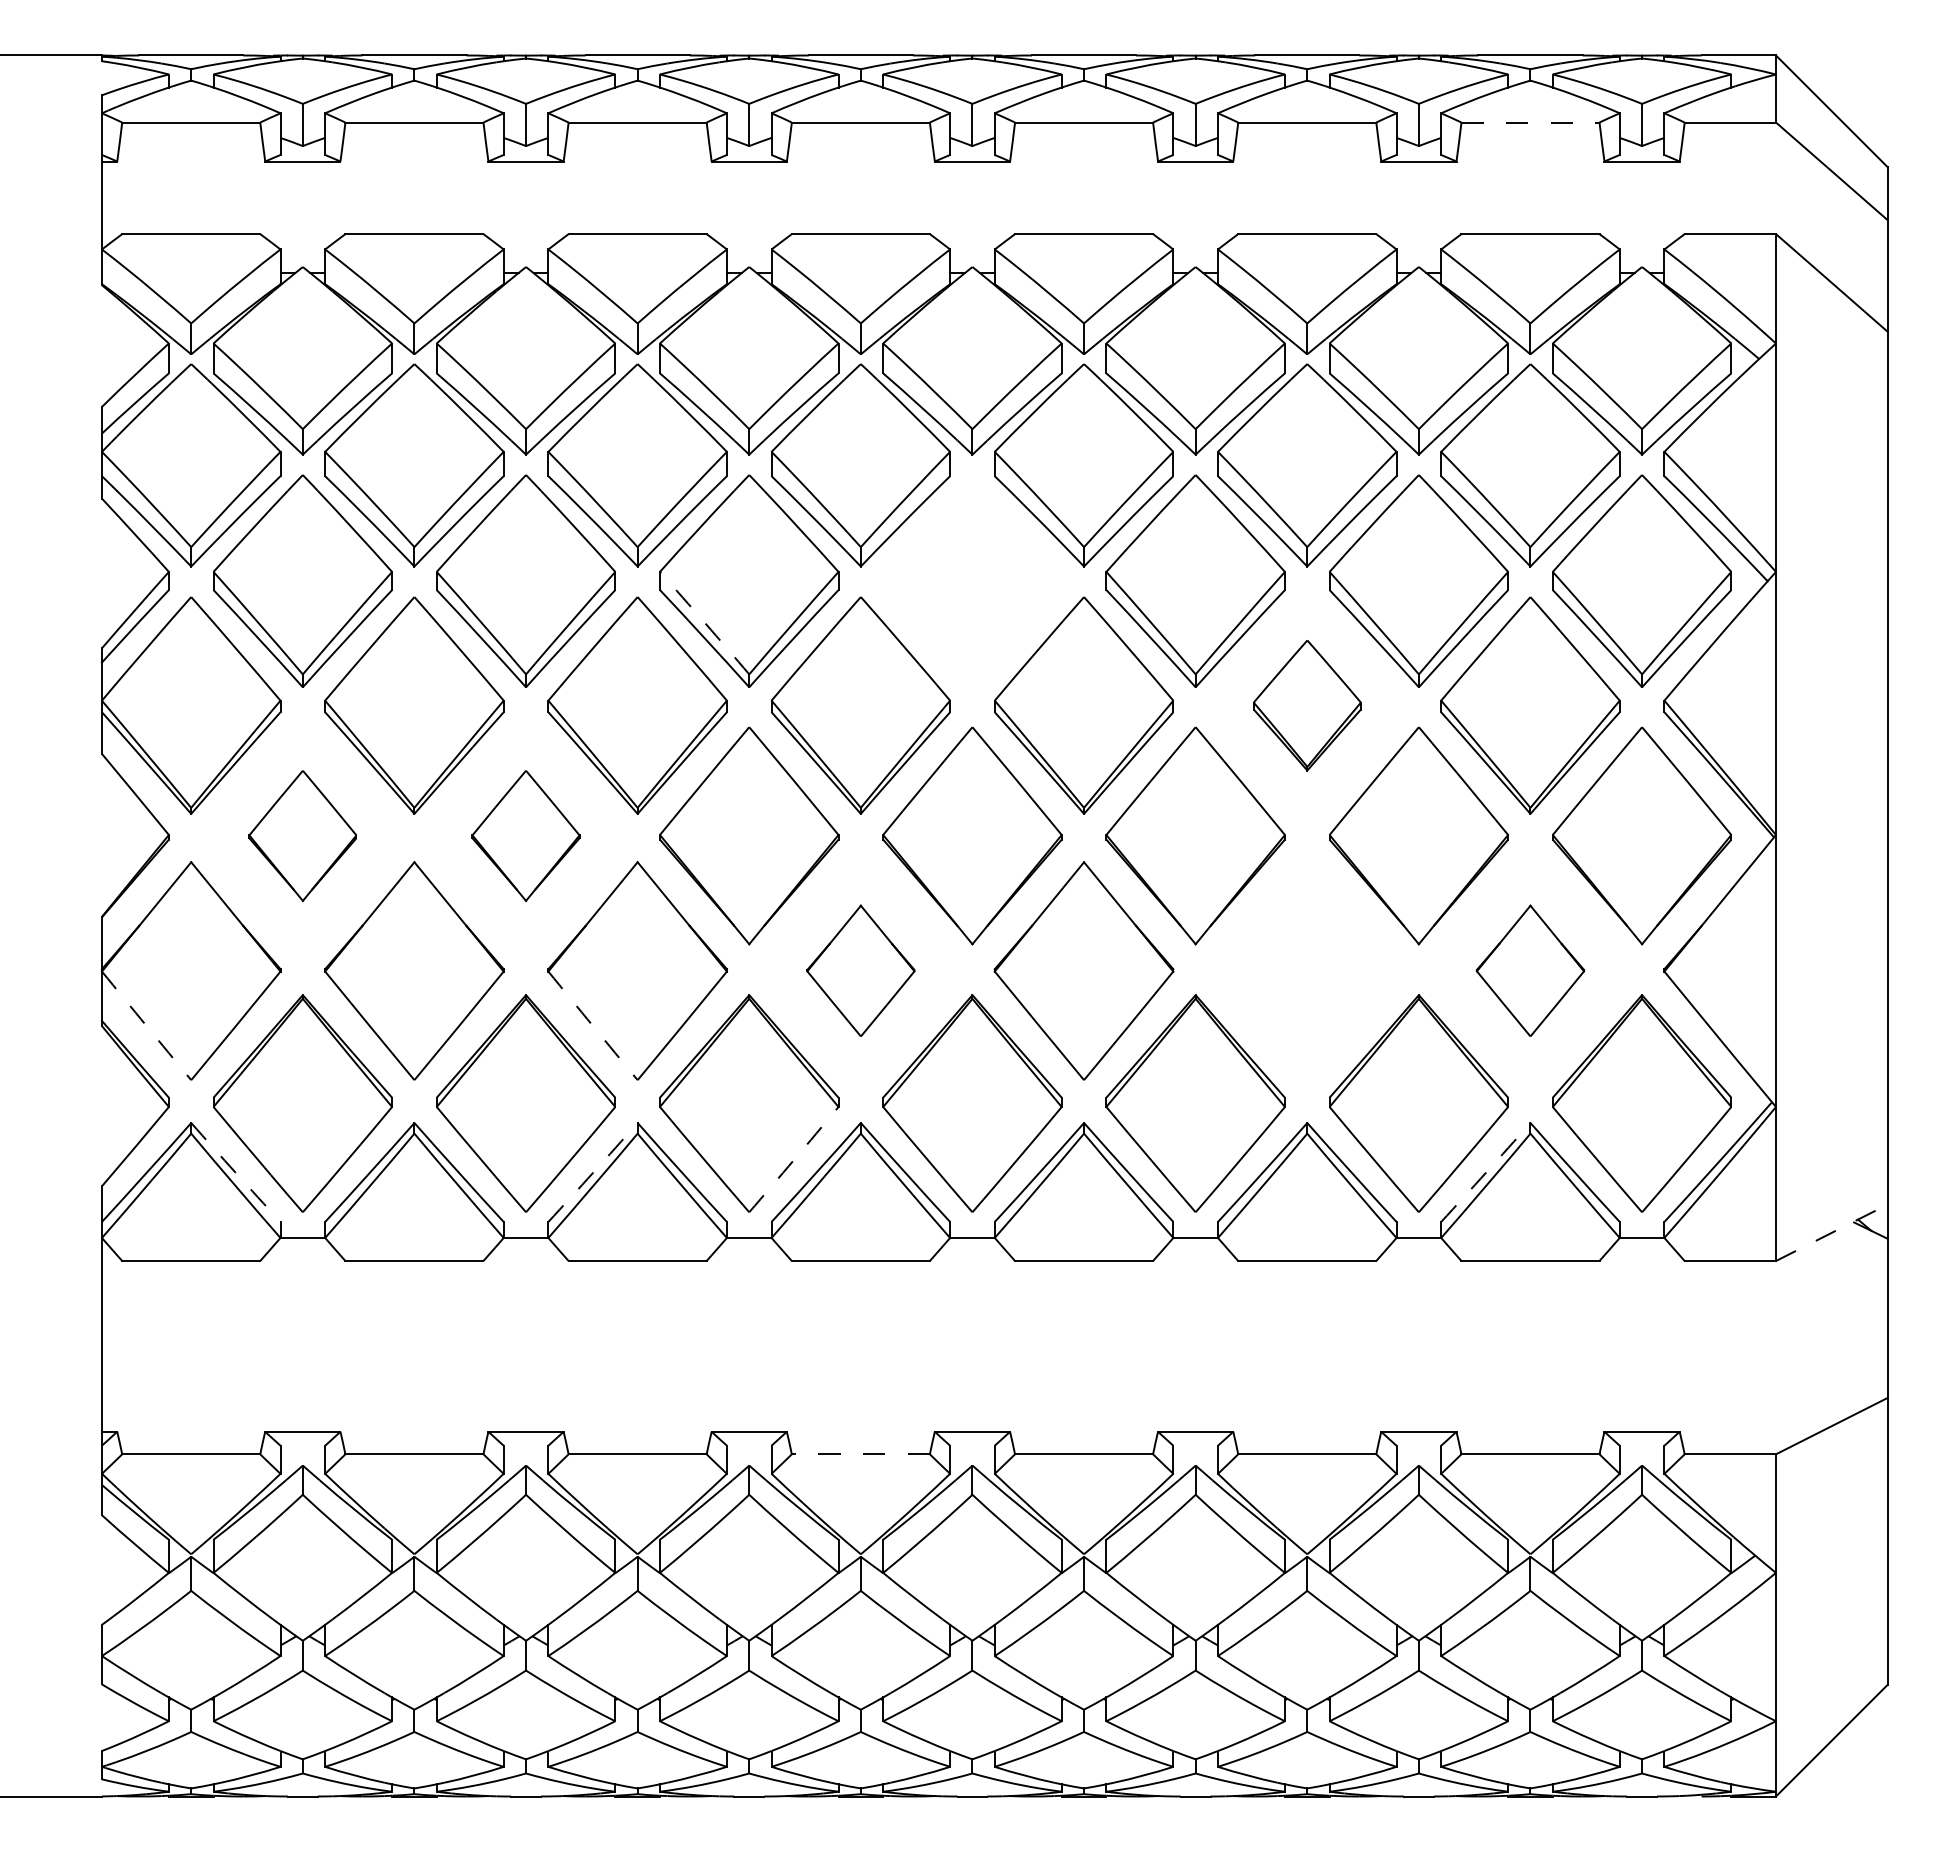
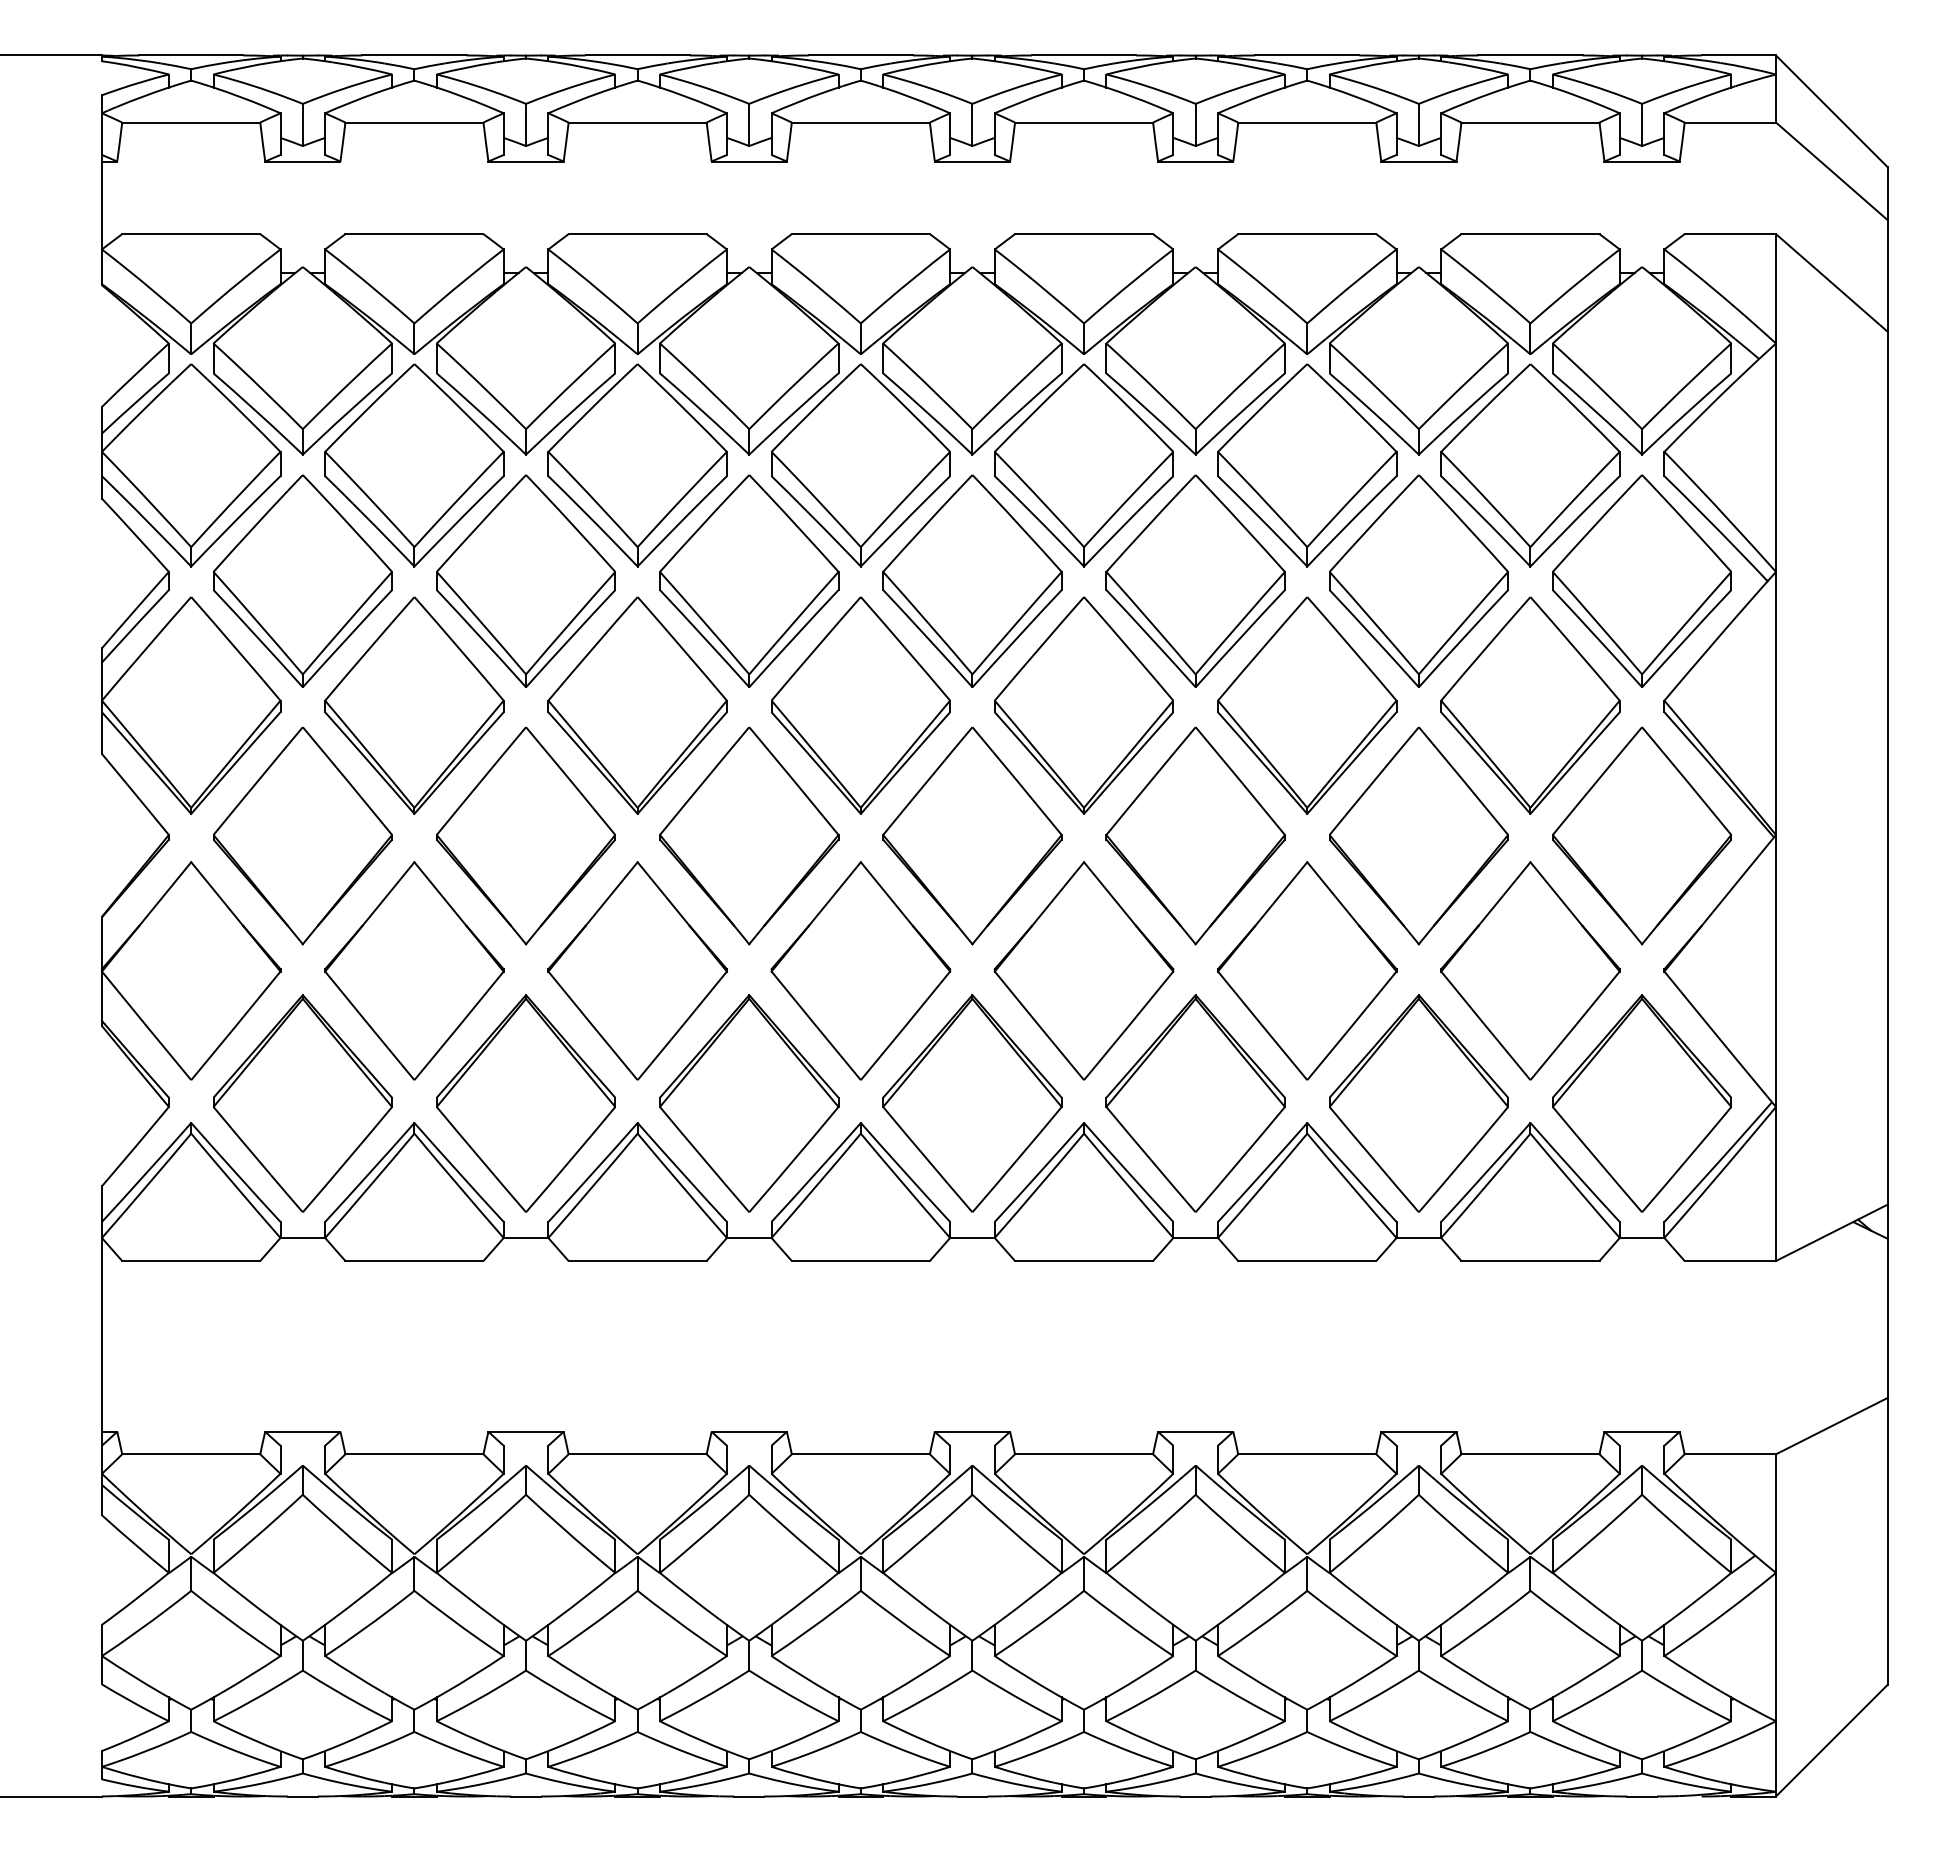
line at (1530, 122): dashed -> solid
part at (972, 580): none -> present
arc at (704, 622): dashed -> solid
part at (1307, 705) size: 109x132 px -> 181x219 px
part at (302, 835) size: 109x132 px -> 180x220 px
part at (525, 835) size: 110x132 px -> 180x220 px
part at (860, 970) size: 110x133 px -> 182x220 px
part at (1306, 970): none -> present
part at (1530, 970) size: 111x133 px -> 181x220 px
arc at (146, 1025): dashed -> solid
arc at (592, 1025): dashed -> solid
arc at (794, 1159): dashed -> solid
arc at (235, 1172): dashed -> solid
arc at (593, 1172): dashed -> solid
arc at (1486, 1172): dashed -> solid
line at (1831, 1232): dashed -> solid
line at (860, 1454): dashed -> solid
